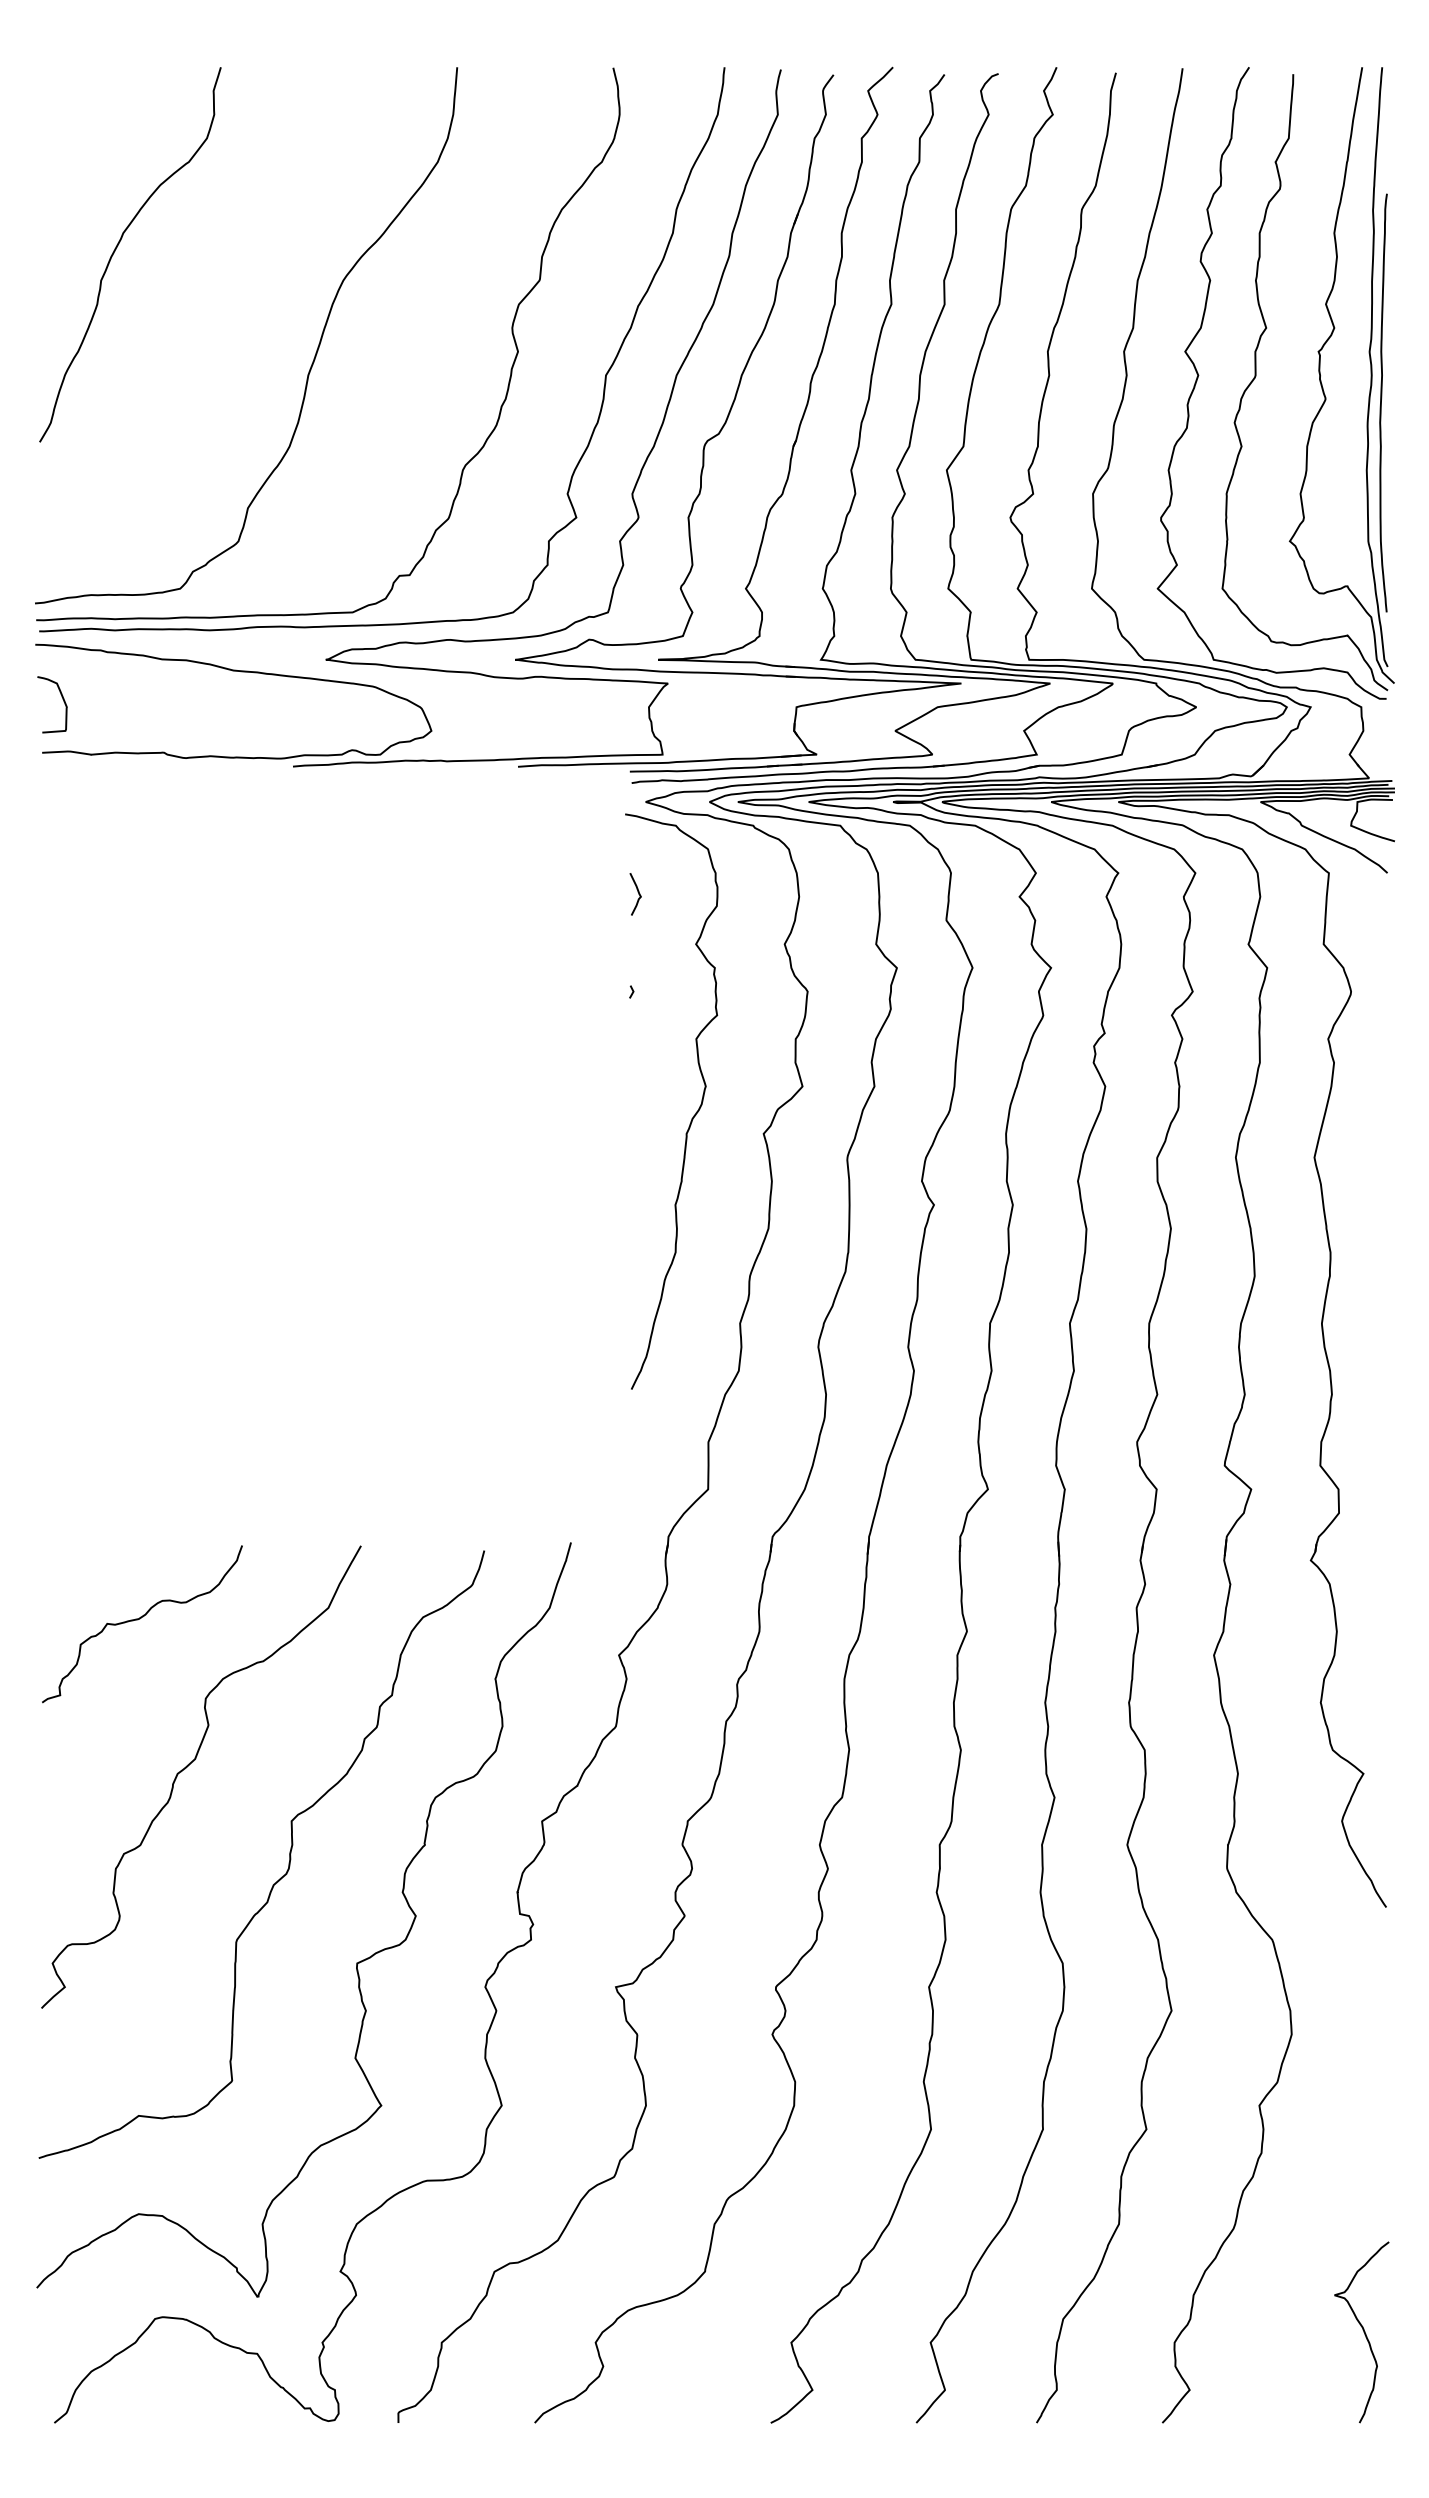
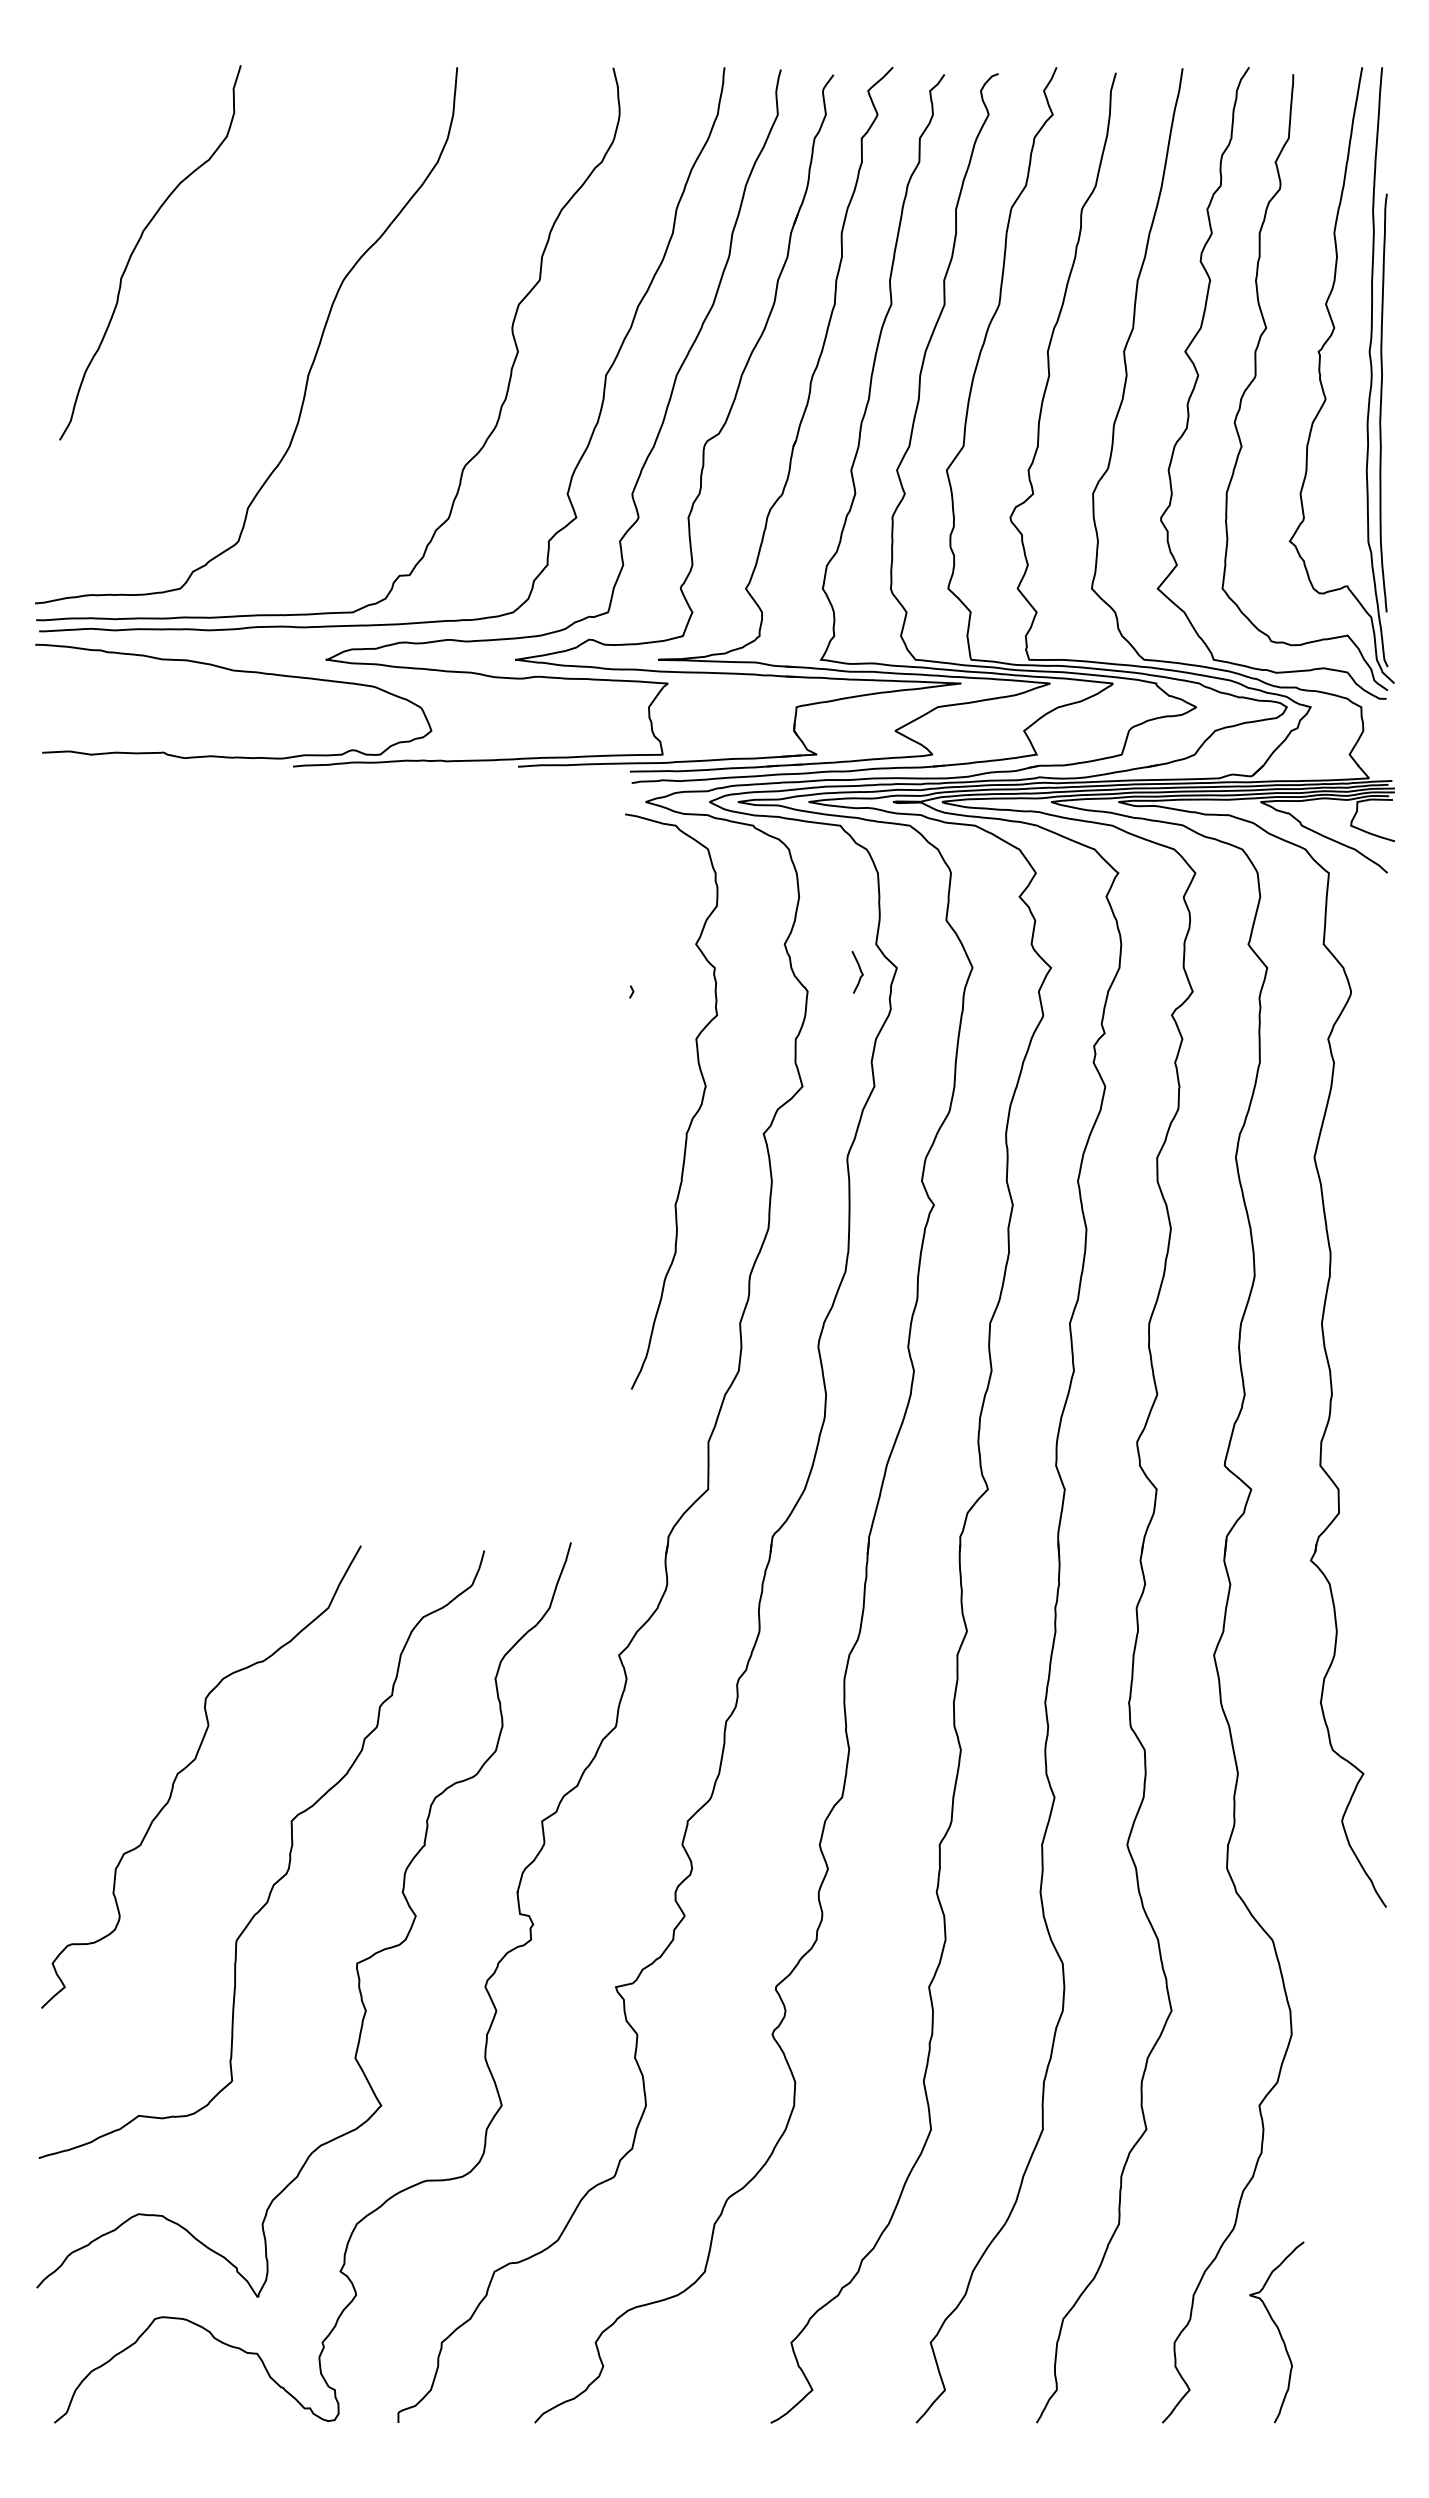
curve at (117, 247) position: (117, 247) -> (137, 245)
curve at (62, 699): present -> none
curve at (637, 892) position: (637, 892) -> (859, 970)
curve at (140, 1619): present -> none
curve at (1363, 2332) position: (1363, 2332) -> (1278, 2332)
